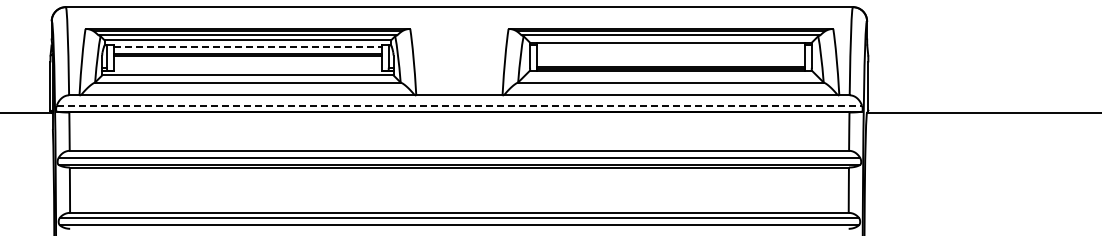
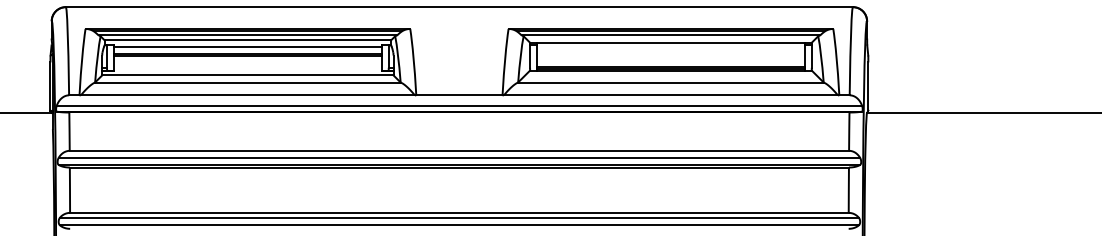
line at (247, 46): dashed -> solid
line at (459, 105): dashed -> solid
